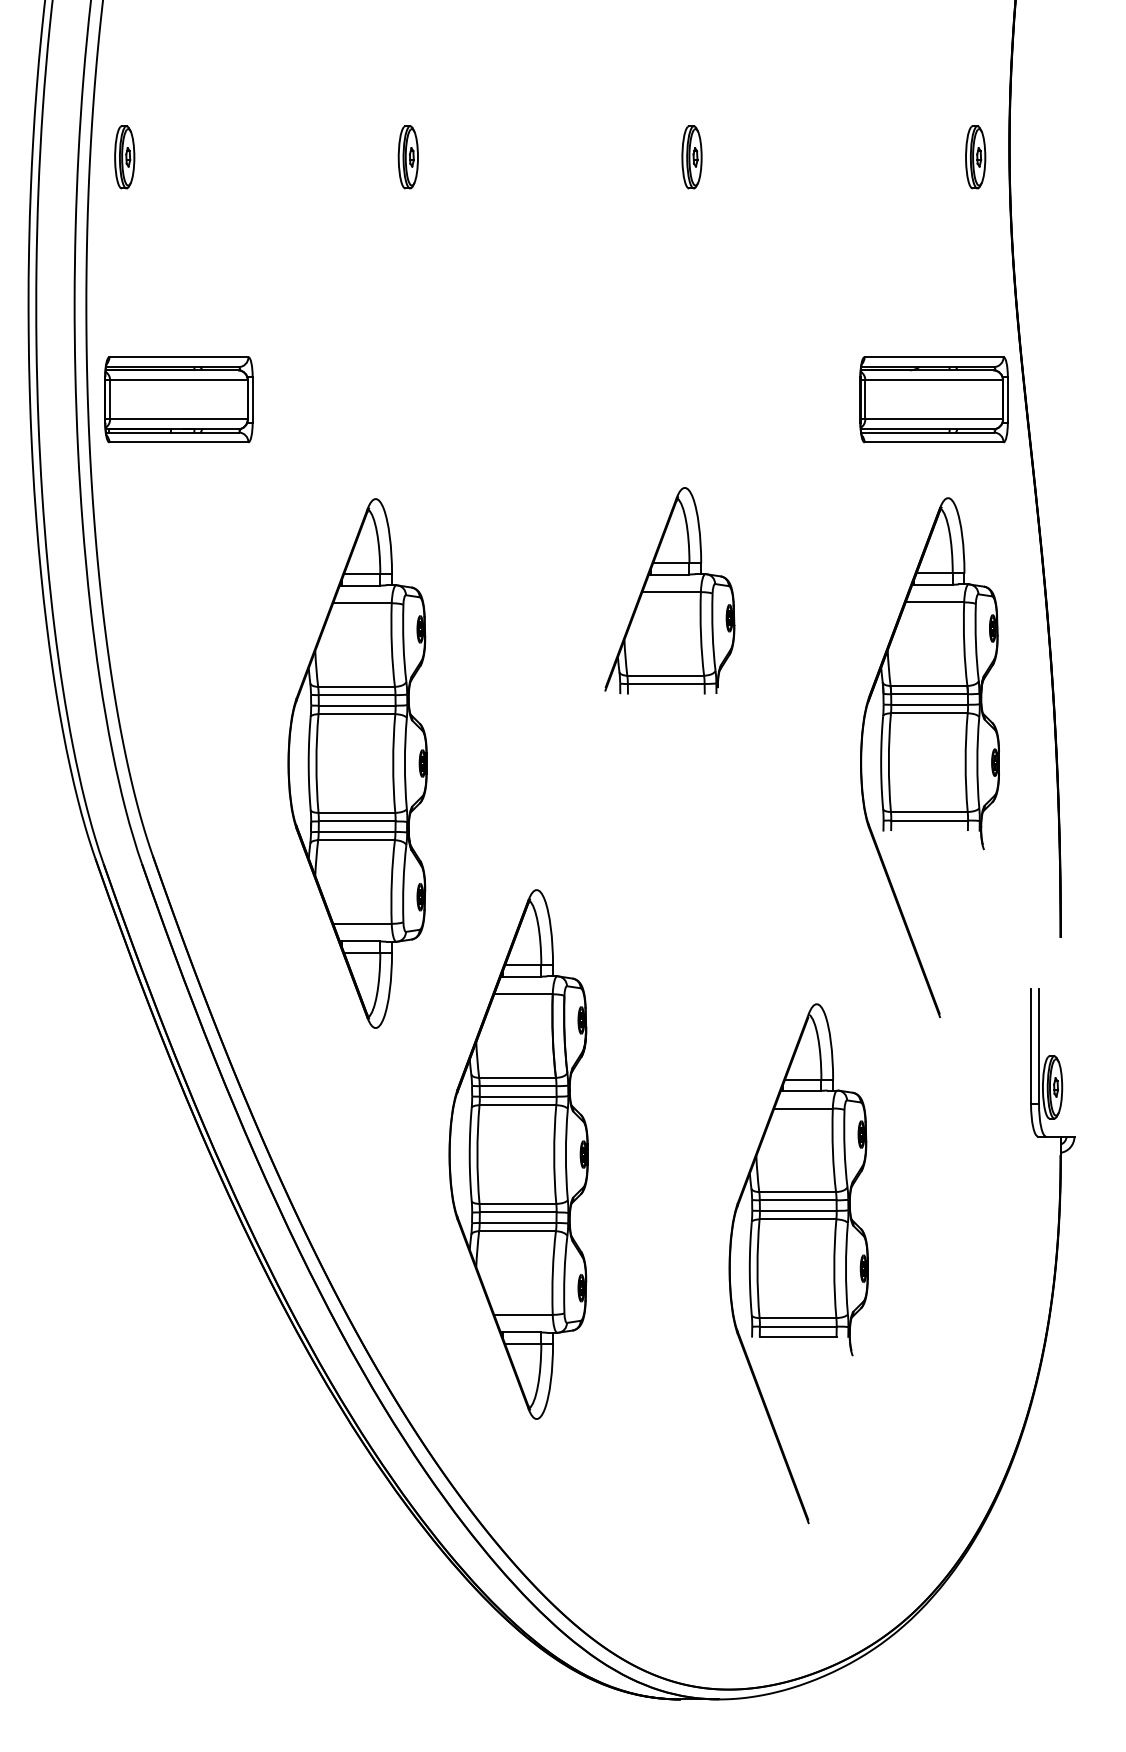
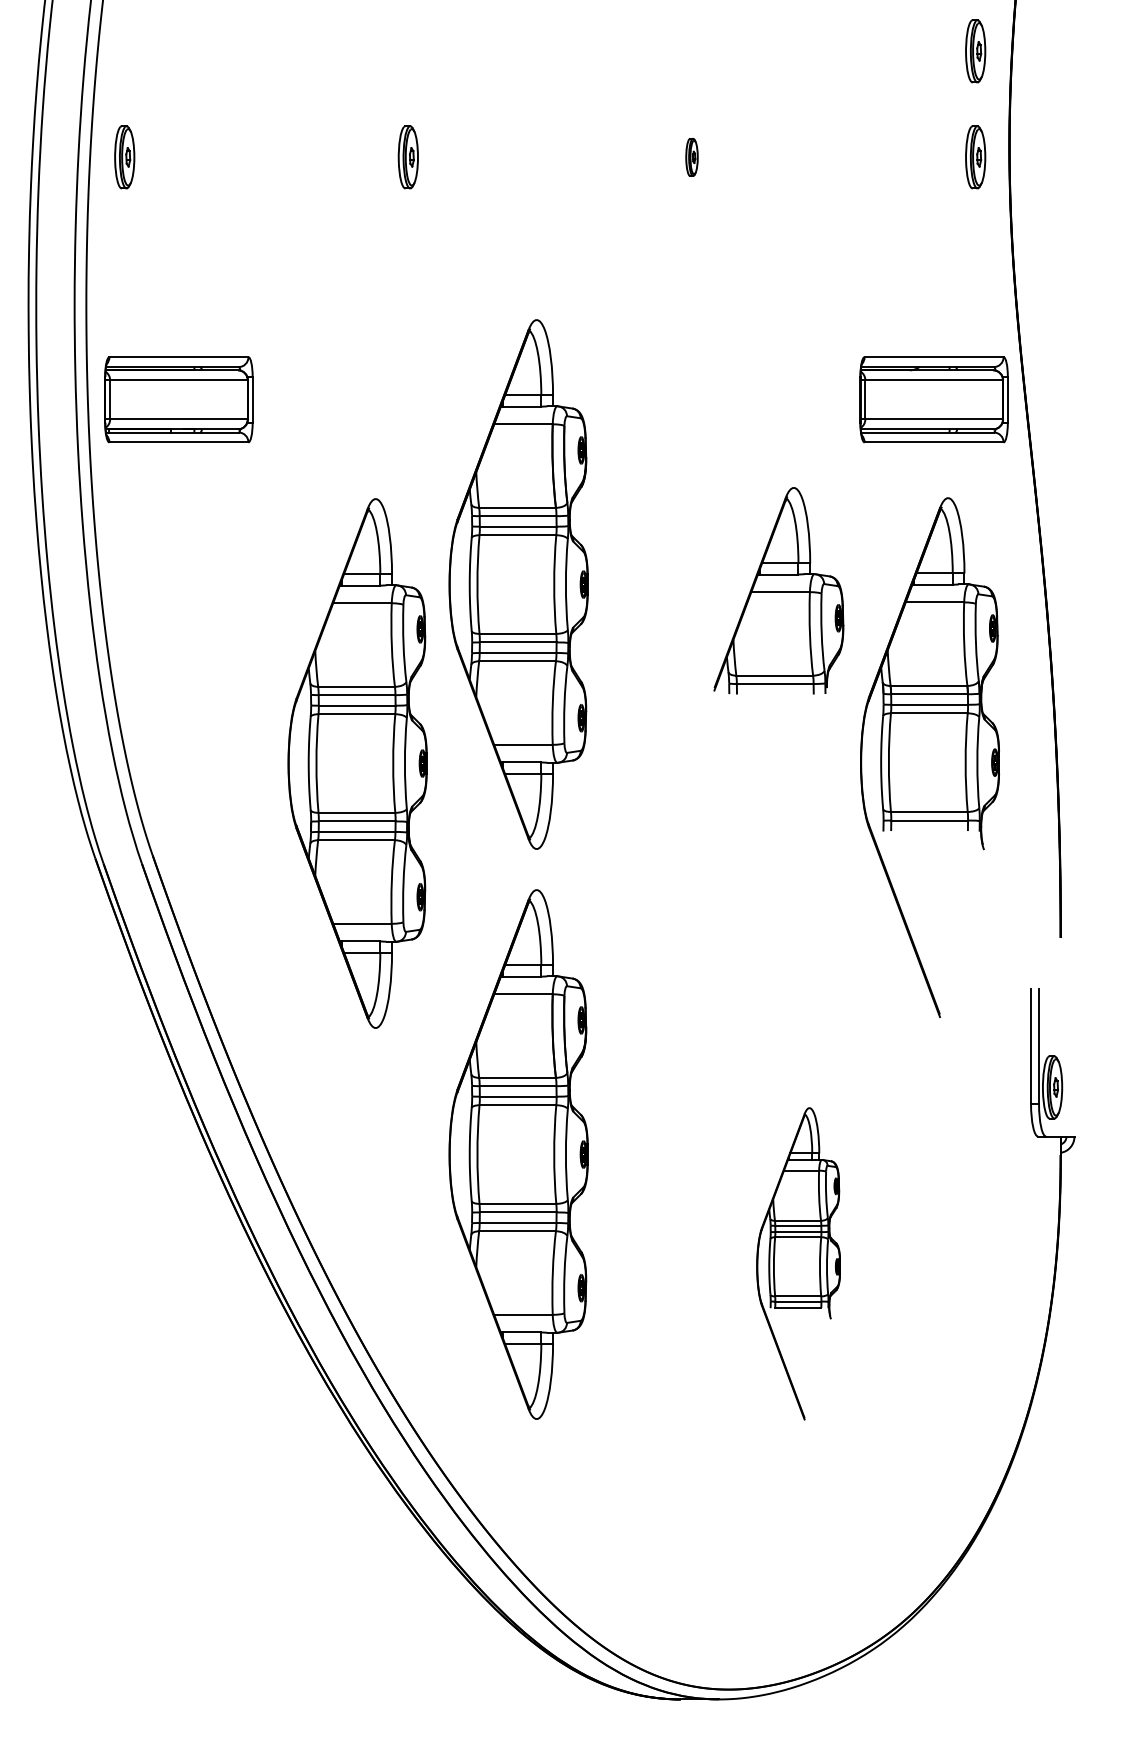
part at (975, 51): none -> present
part at (691, 157) size: 22x65 px -> 14x39 px
part at (518, 584): none -> present
part at (669, 590) position: (669, 590) -> (778, 590)
part at (798, 1263) size: 141x522 px -> 85x314 px
